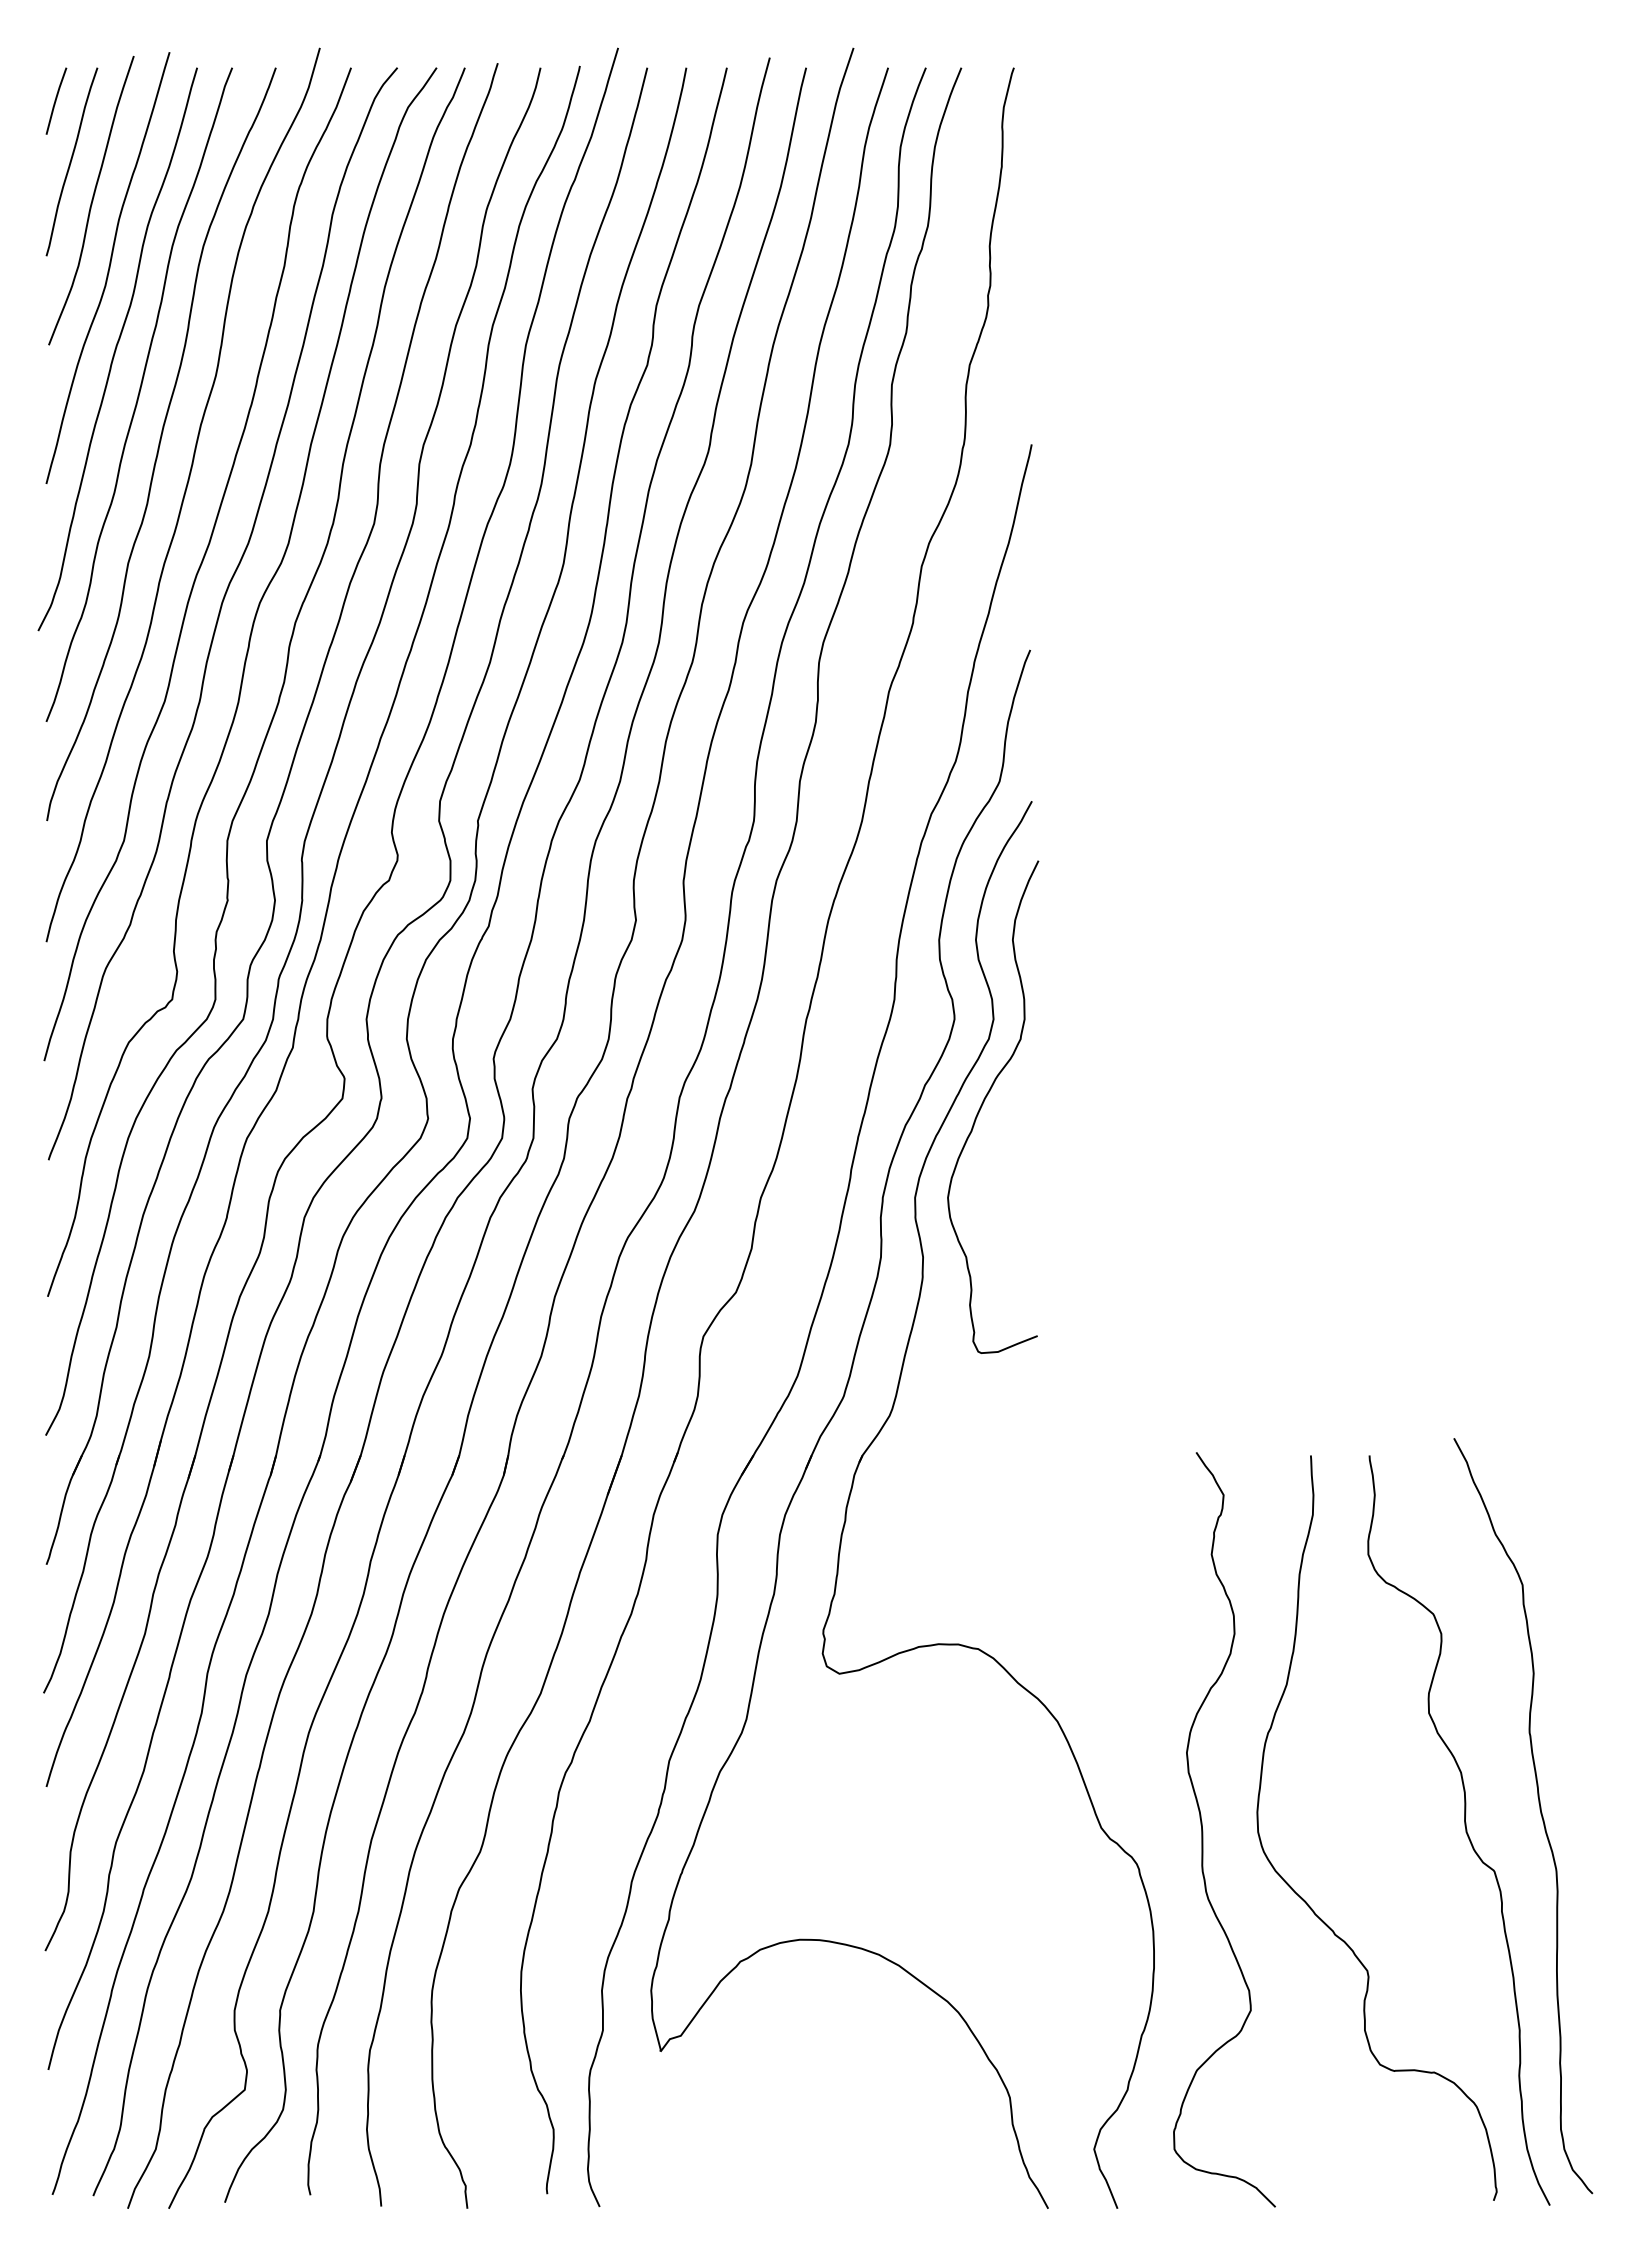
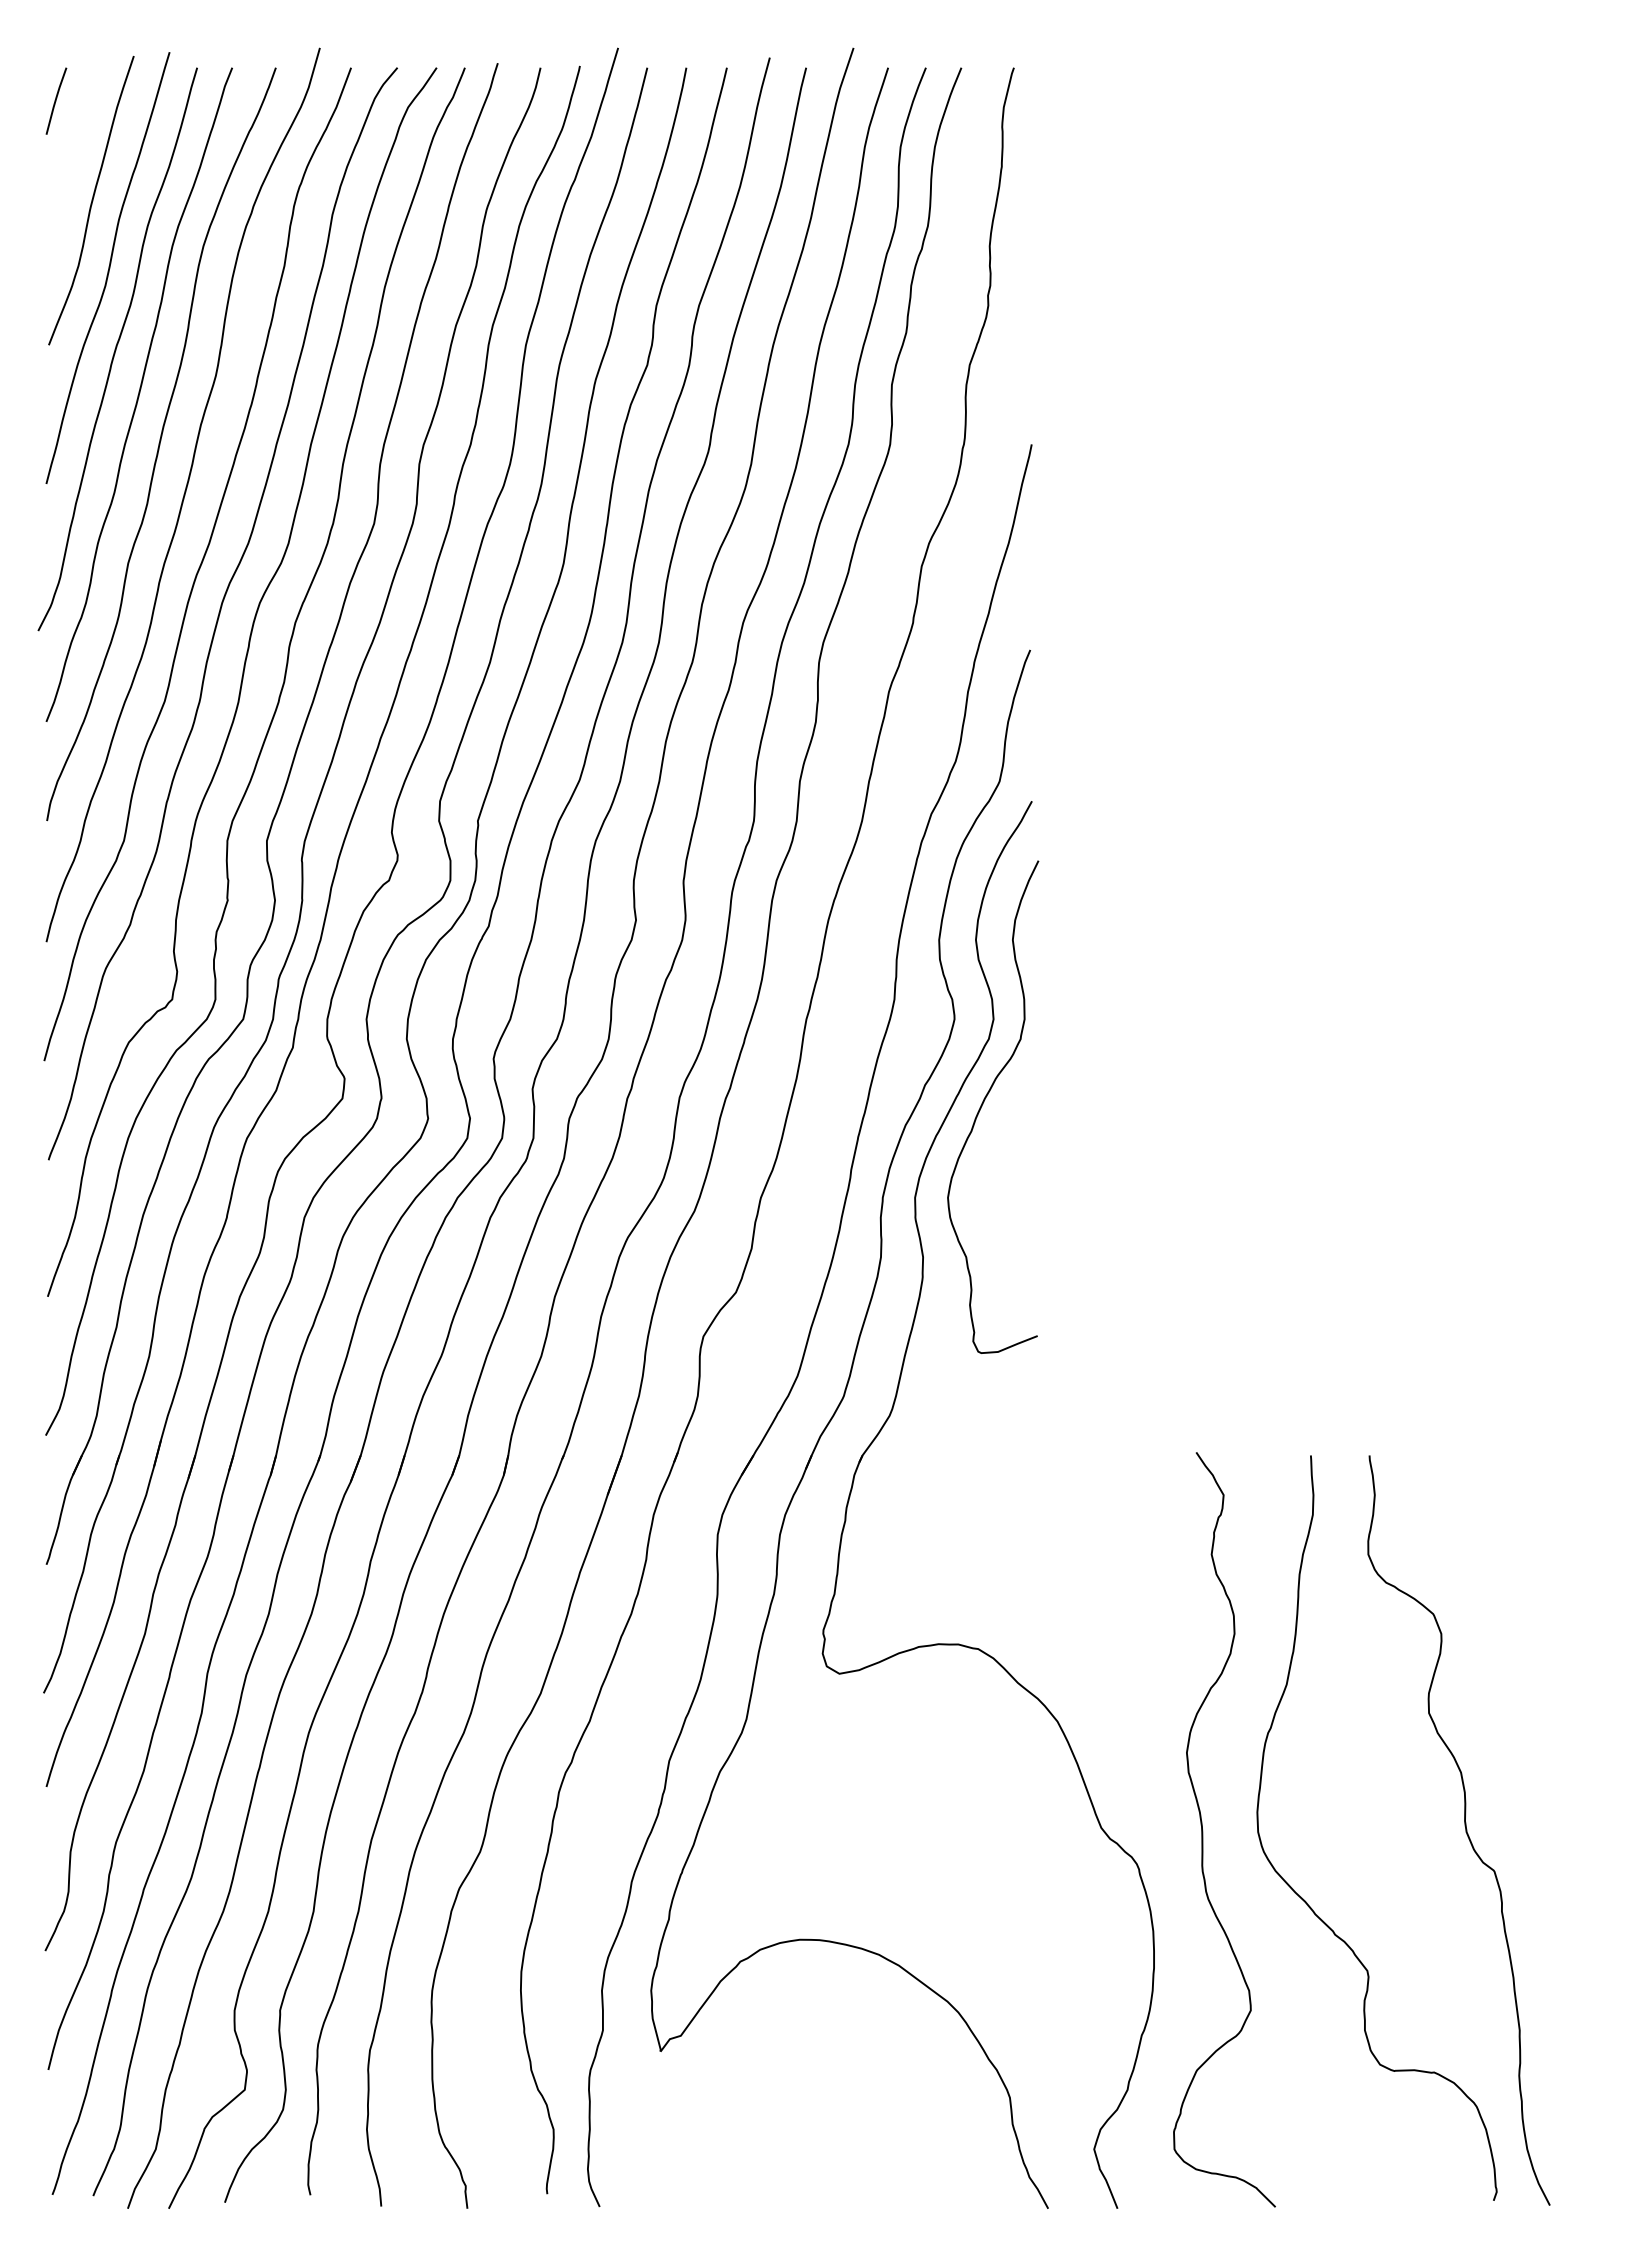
curve at (71, 161): present -> none
curve at (1540, 1814): present -> none
